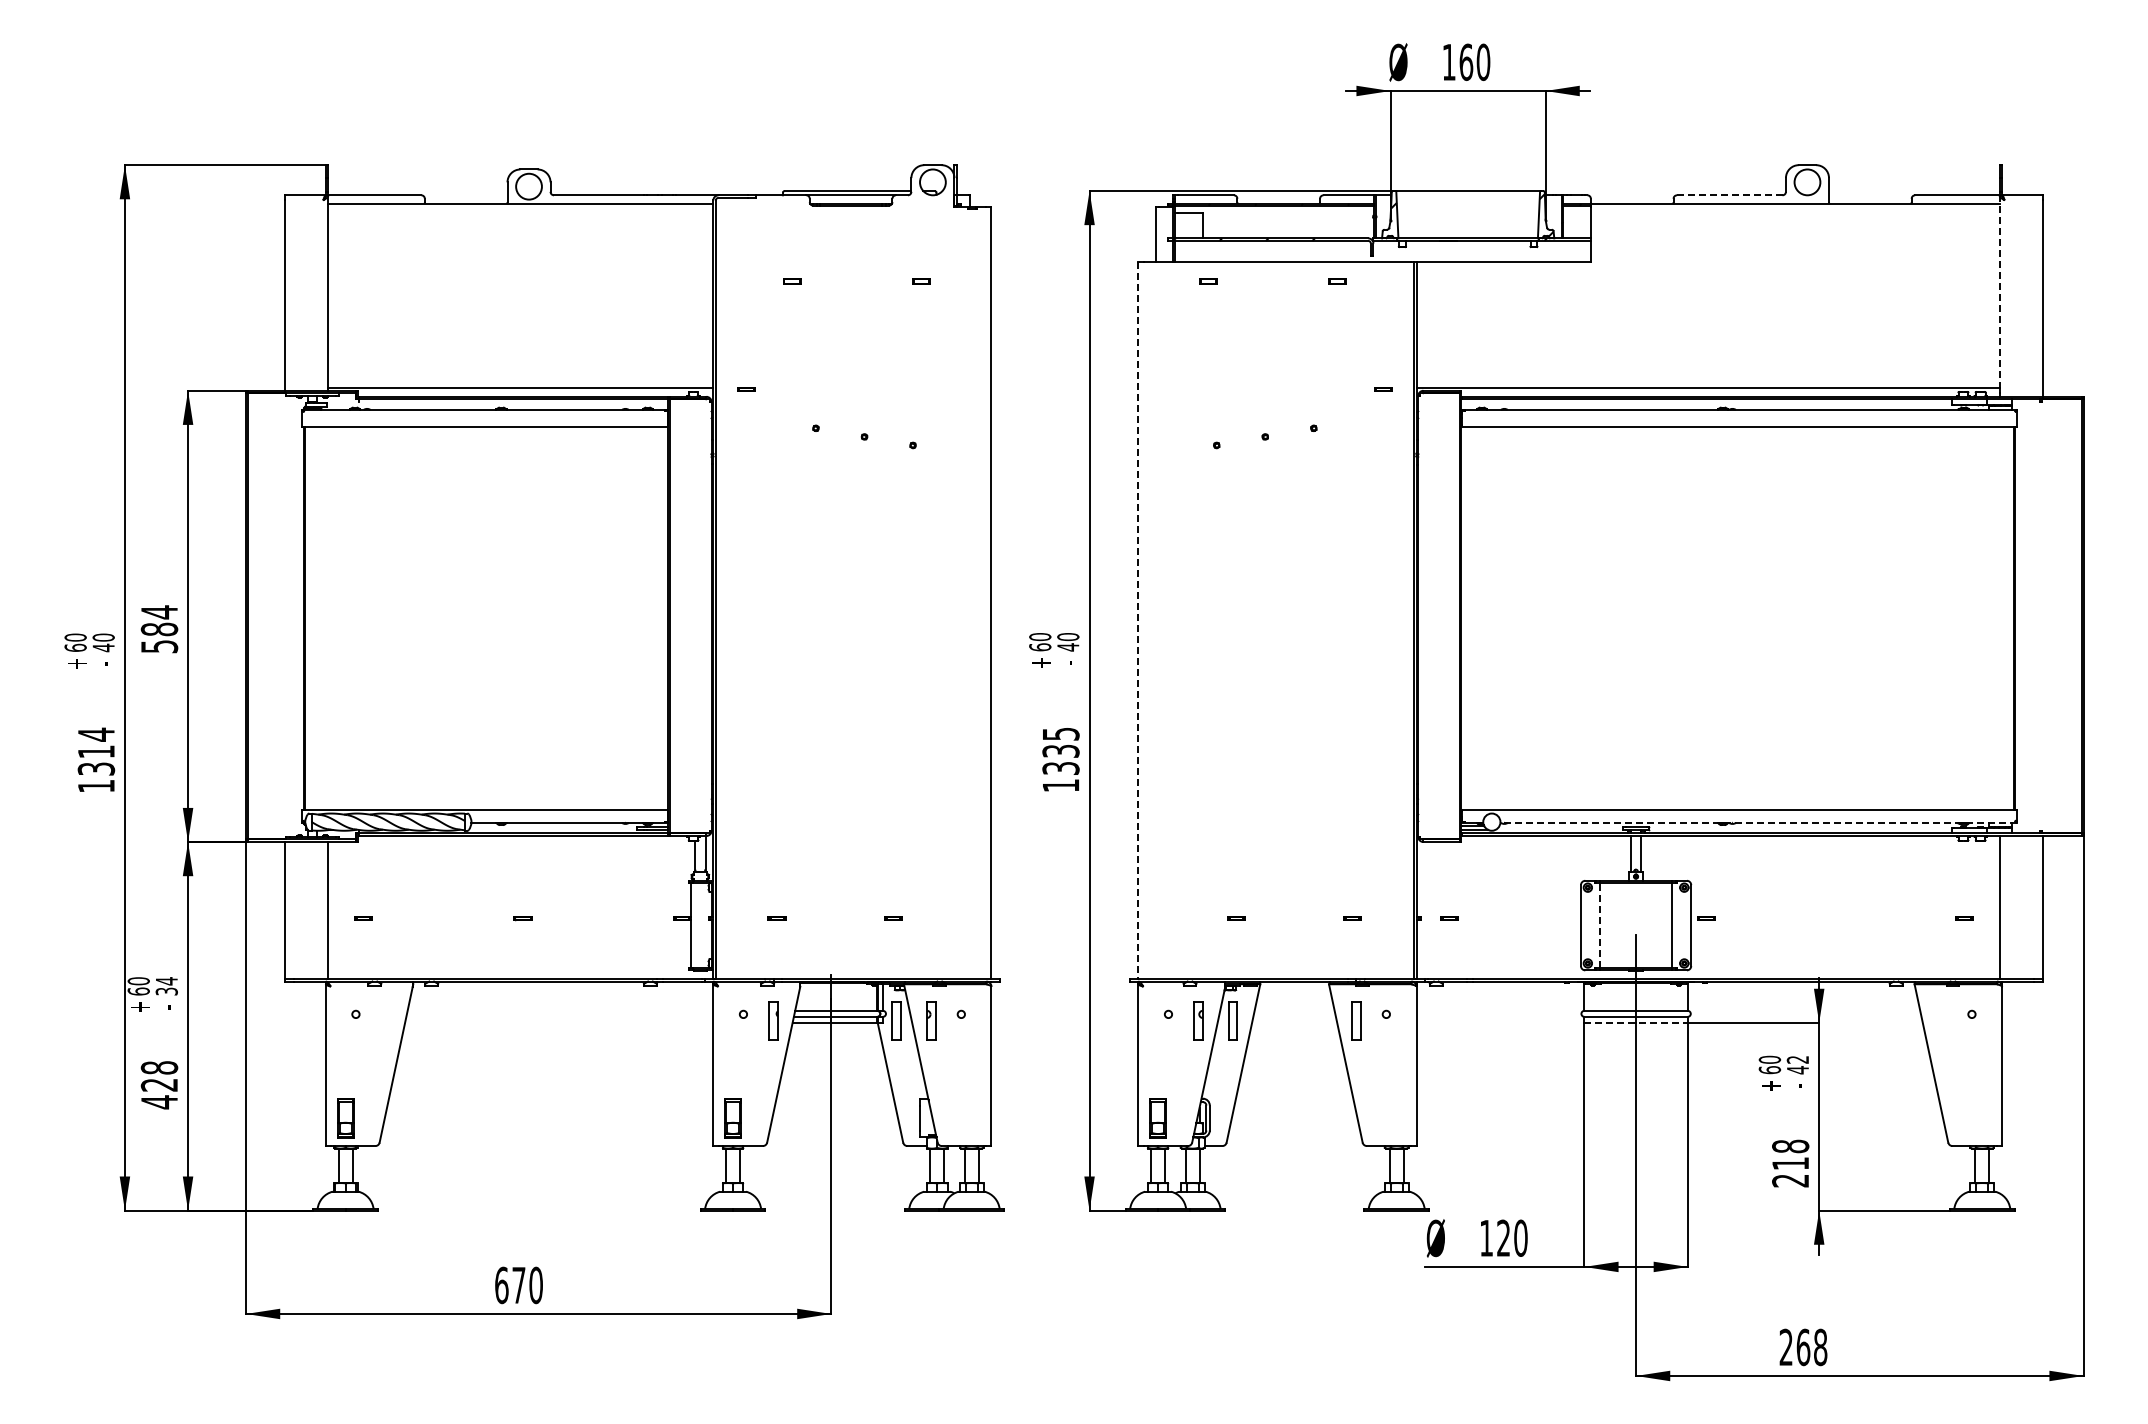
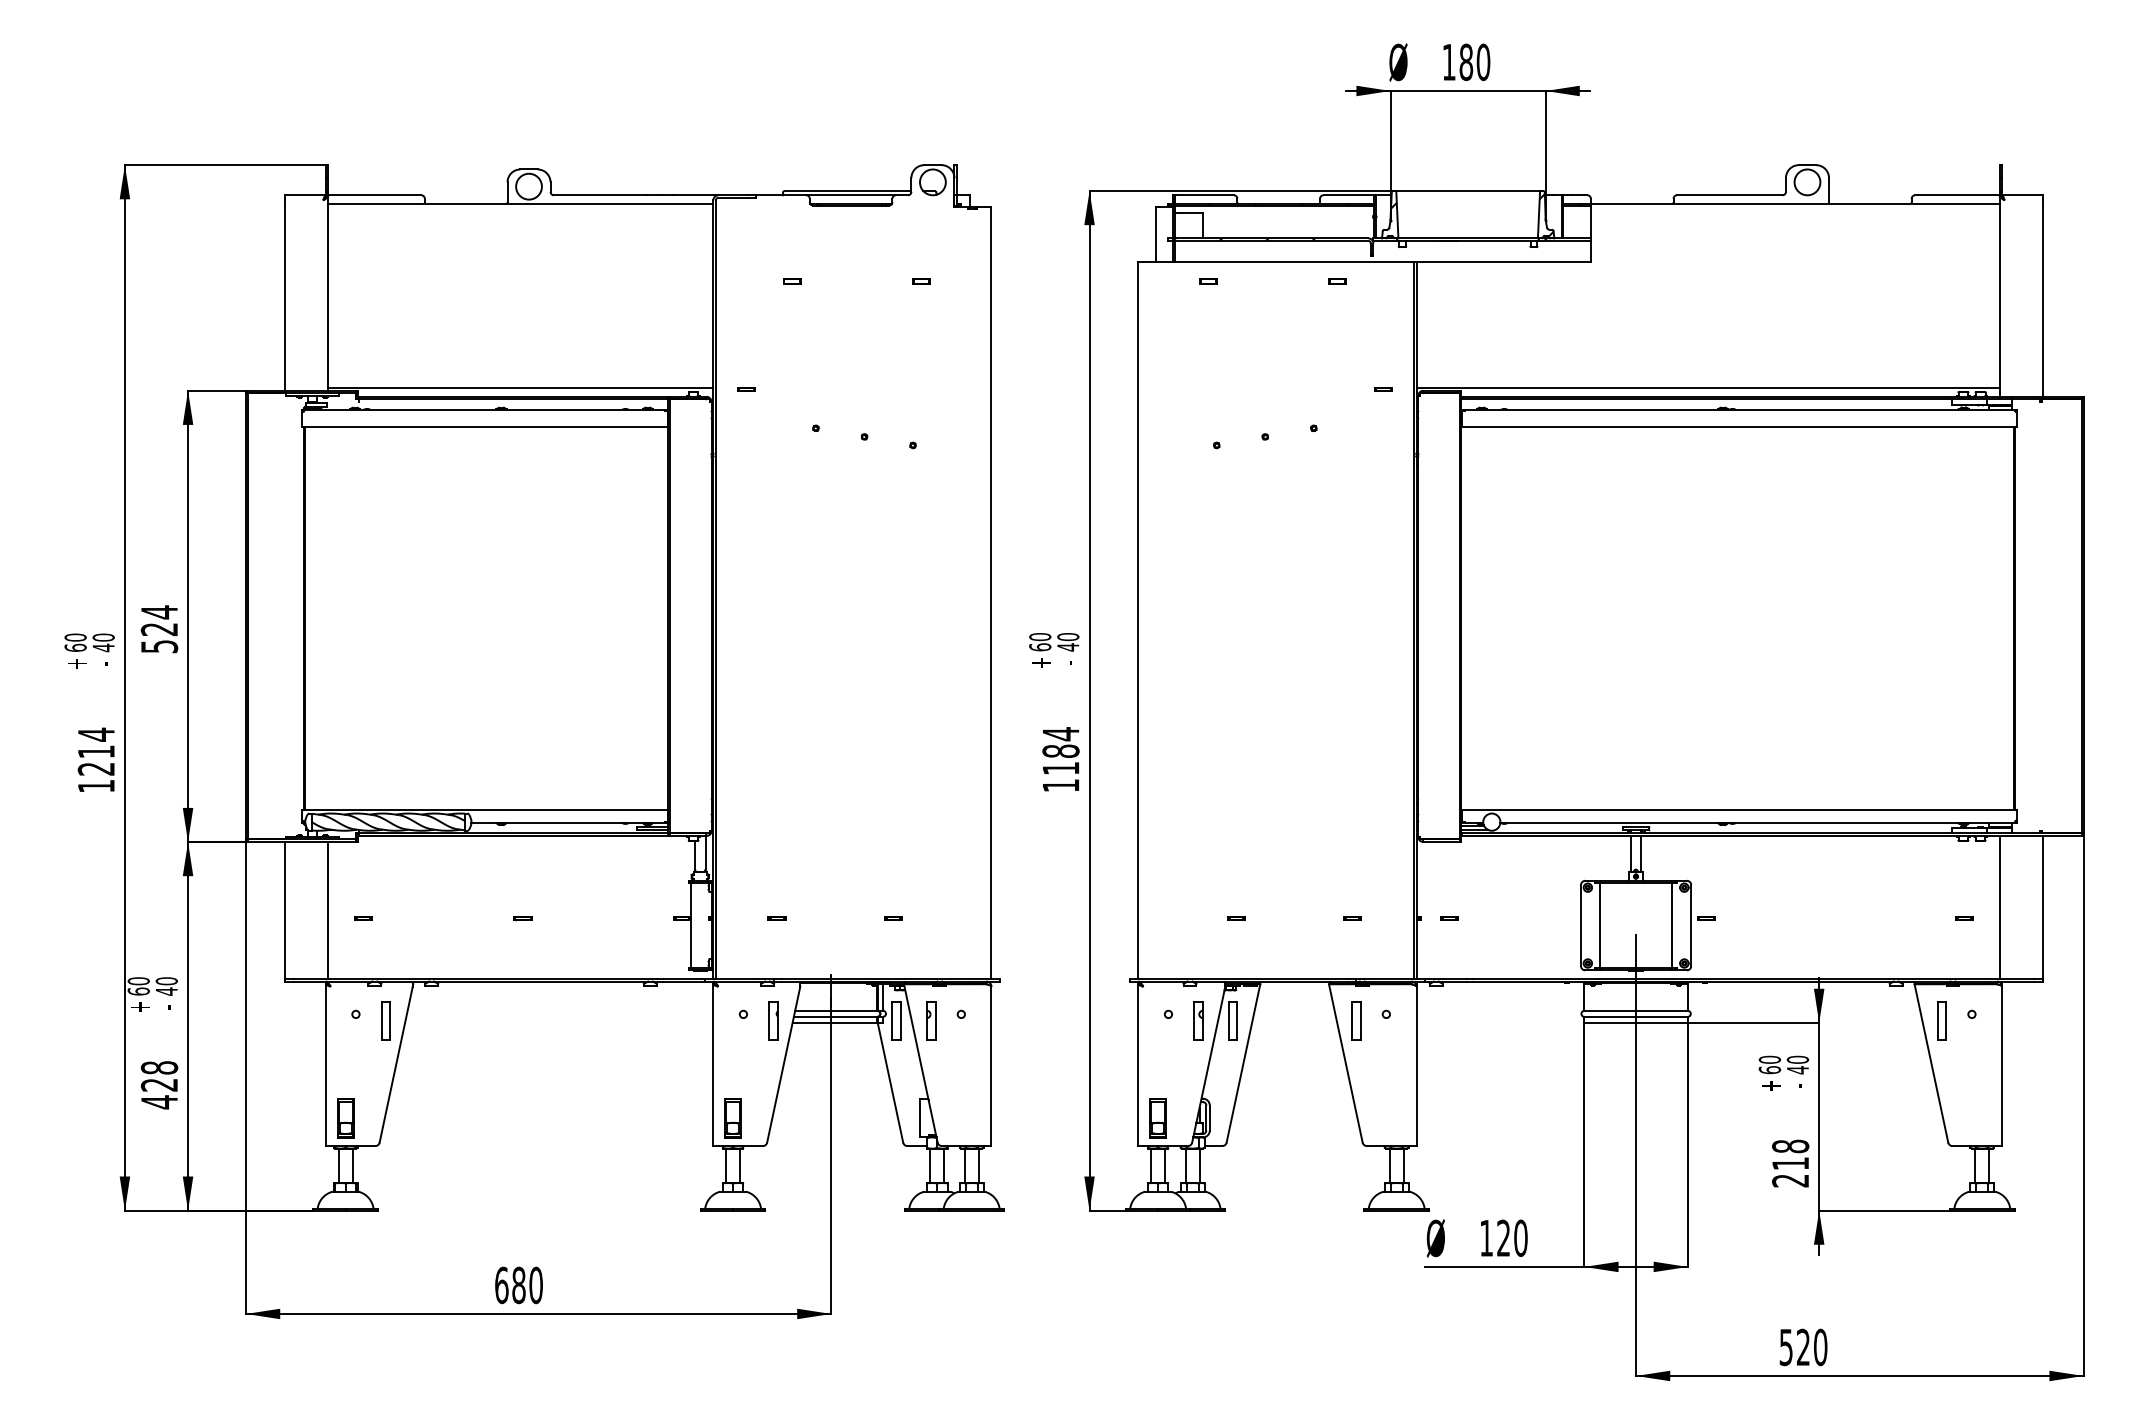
text at (1466, 61): 160 -> 180
line at (1729, 195): dashed -> solid
line at (1999, 292): dashed -> solid
line at (1138, 621): dashed -> solid
text at (159, 629): 584 -> 524
text at (1060, 750): 1335 -> 1184
text at (96, 768): 1314 -> 1214
line at (1758, 822): dashed -> solid
line at (1600, 925): dashed -> solid
text at (166, 986): 34 -> 40
part at (385, 1020): none -> present
part at (1941, 1020): none -> present
line at (1636, 1022): dashed -> solid
text at (1797, 1059): 42 -> 40
text at (518, 1285): 670 -> 680
text at (1803, 1347): 268 -> 520
